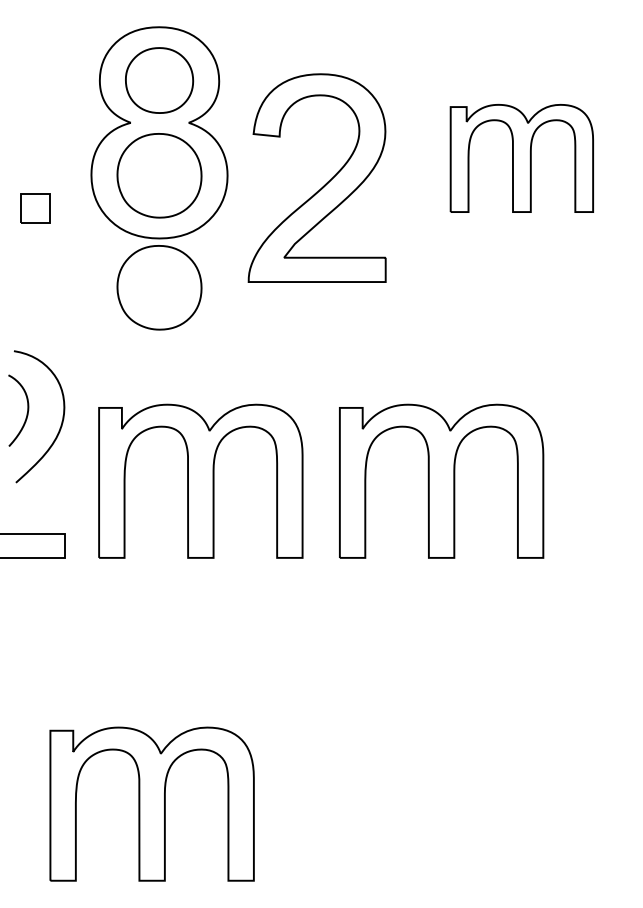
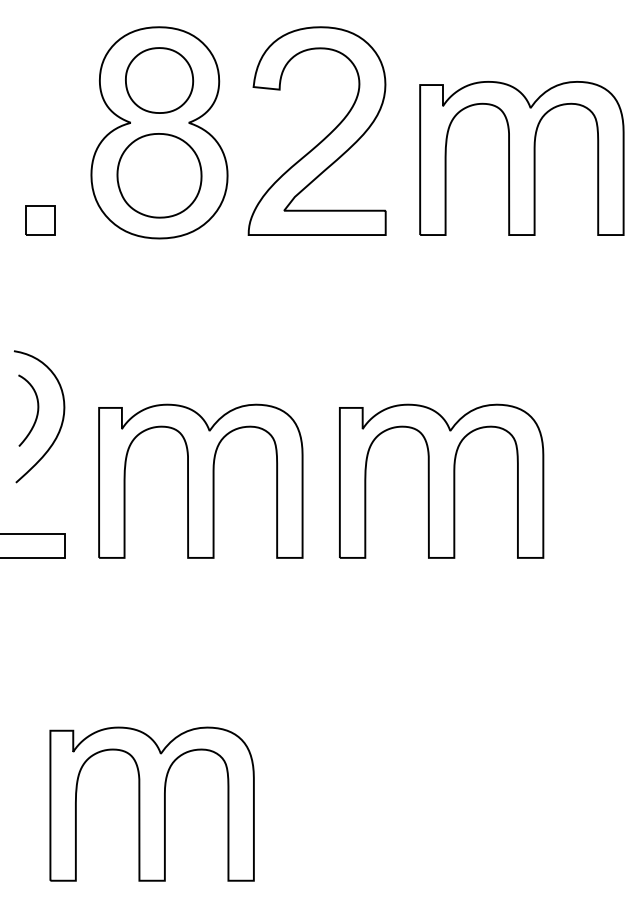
part at (521, 158) size: 145x109 px -> 206x155 px
part at (324, 184) position: (324, 184) -> (324, 137)
part at (35, 208) position: (35, 208) -> (40, 220)
part at (159, 287): present -> none
curve at (26, 413) position: (26, 413) -> (36, 413)
